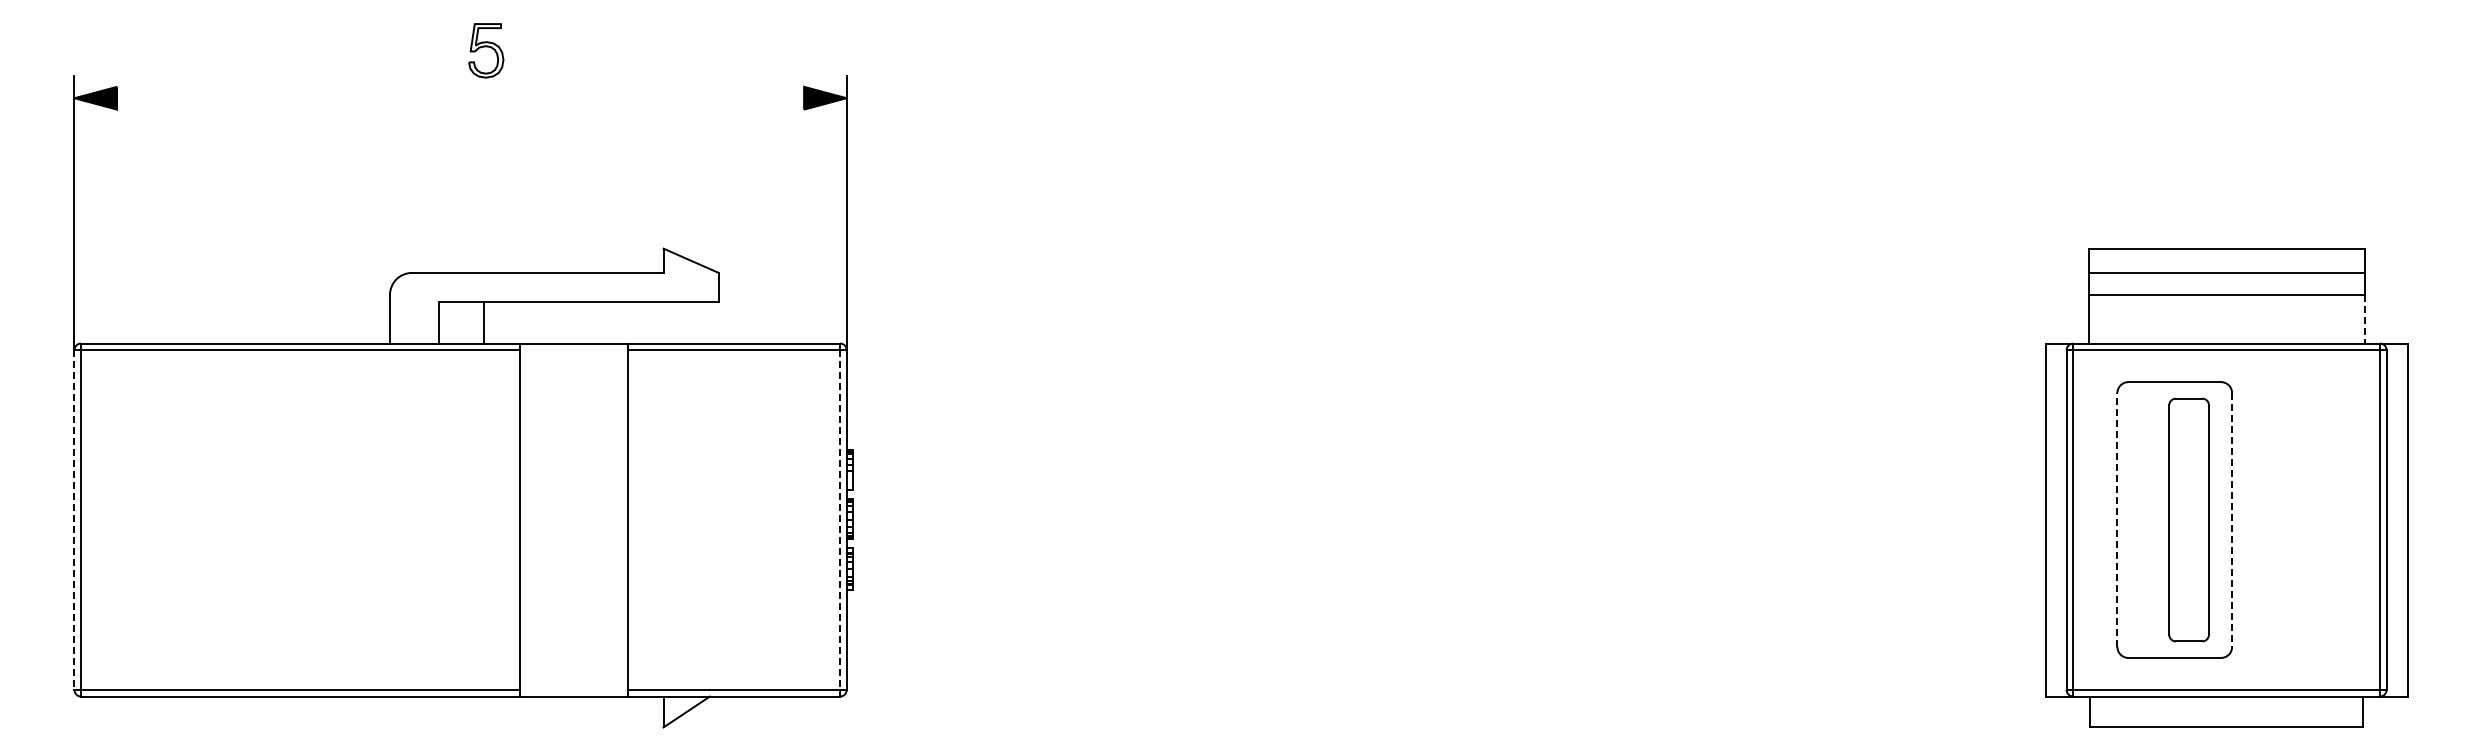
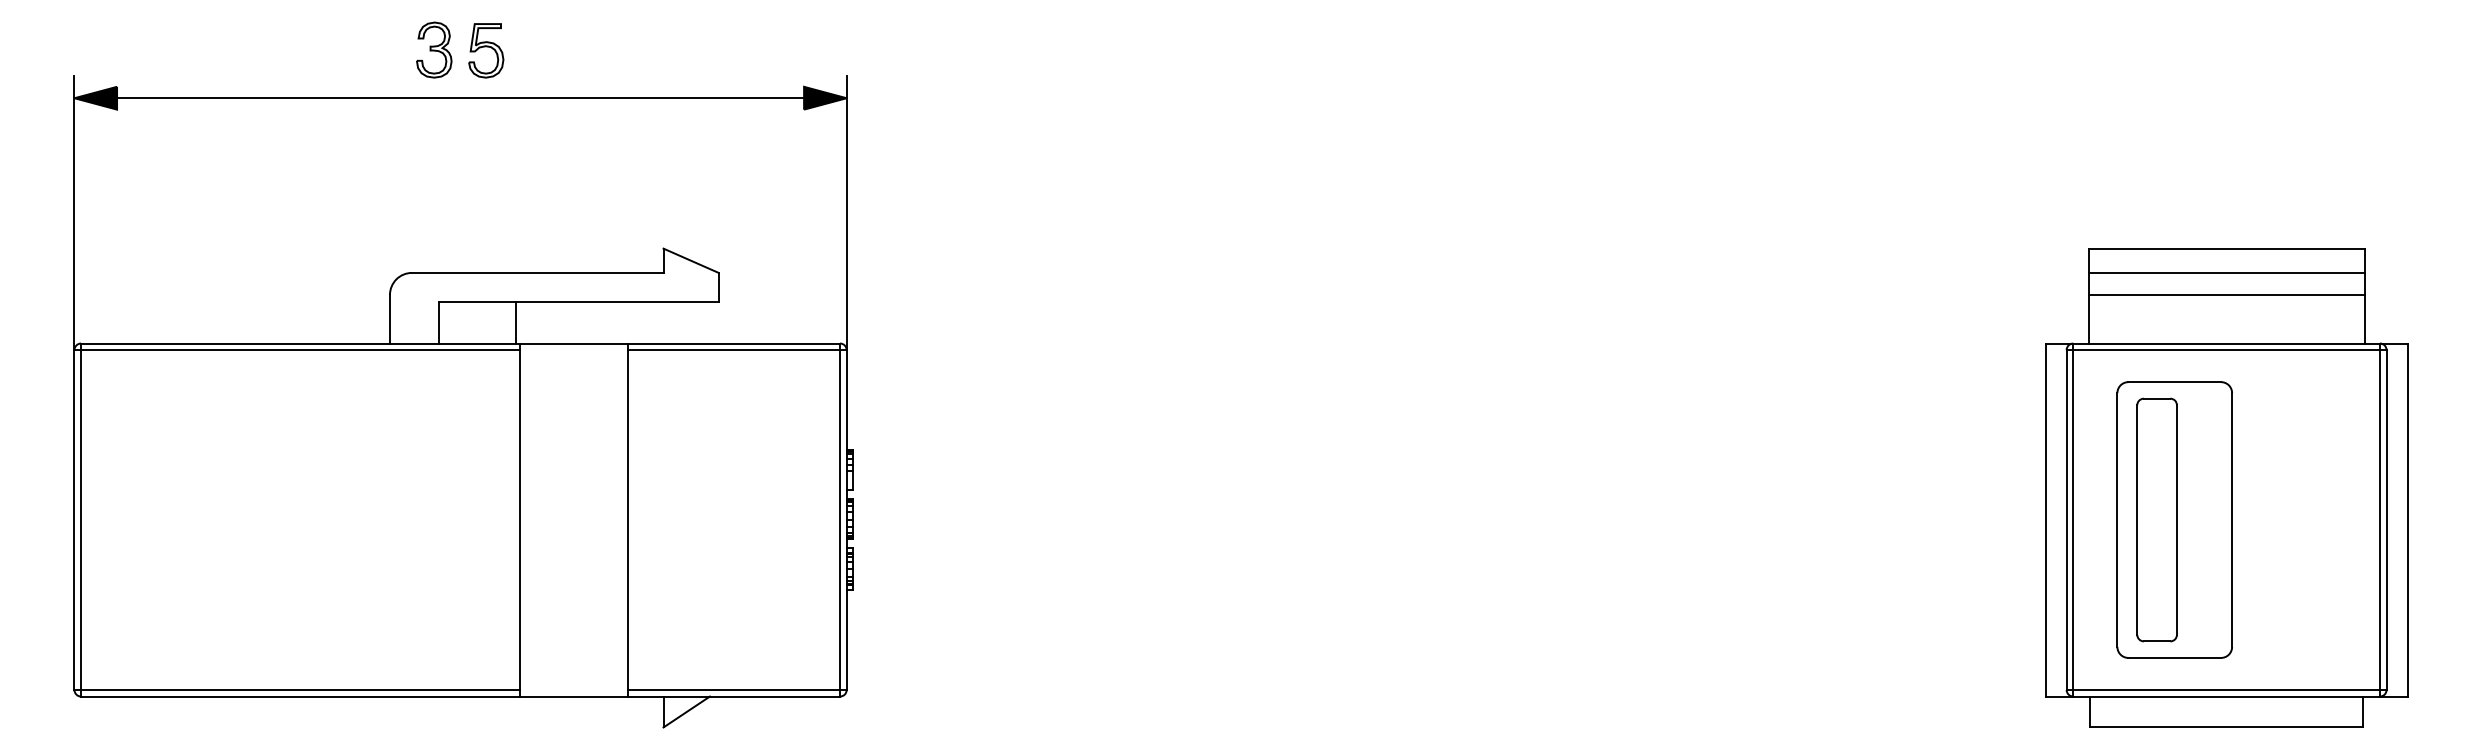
part at (434, 49): none -> present
line at (460, 98): none -> present
line at (2364, 319): dashed -> solid
line at (483, 322) position: (483, 322) -> (515, 322)
part at (2188, 519) position: (2188, 519) -> (2156, 519)
line at (74, 520): dashed -> solid
line at (840, 520): dashed -> solid
line at (2117, 520): dashed -> solid
line at (2232, 520): dashed -> solid
